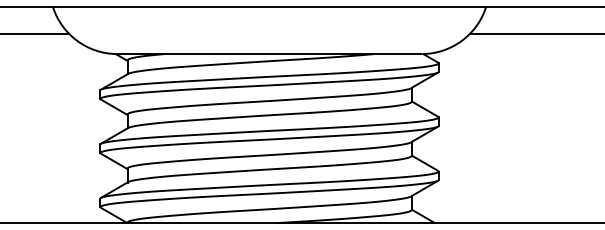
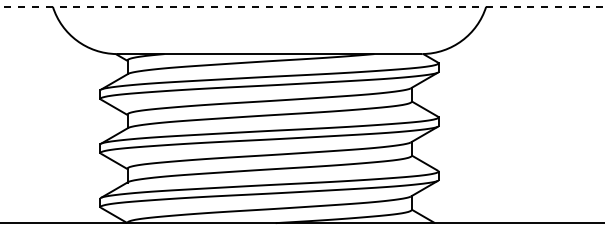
line at (301, 6): solid -> dashed
line at (35, 33): present -> none
line at (535, 33): present -> none
